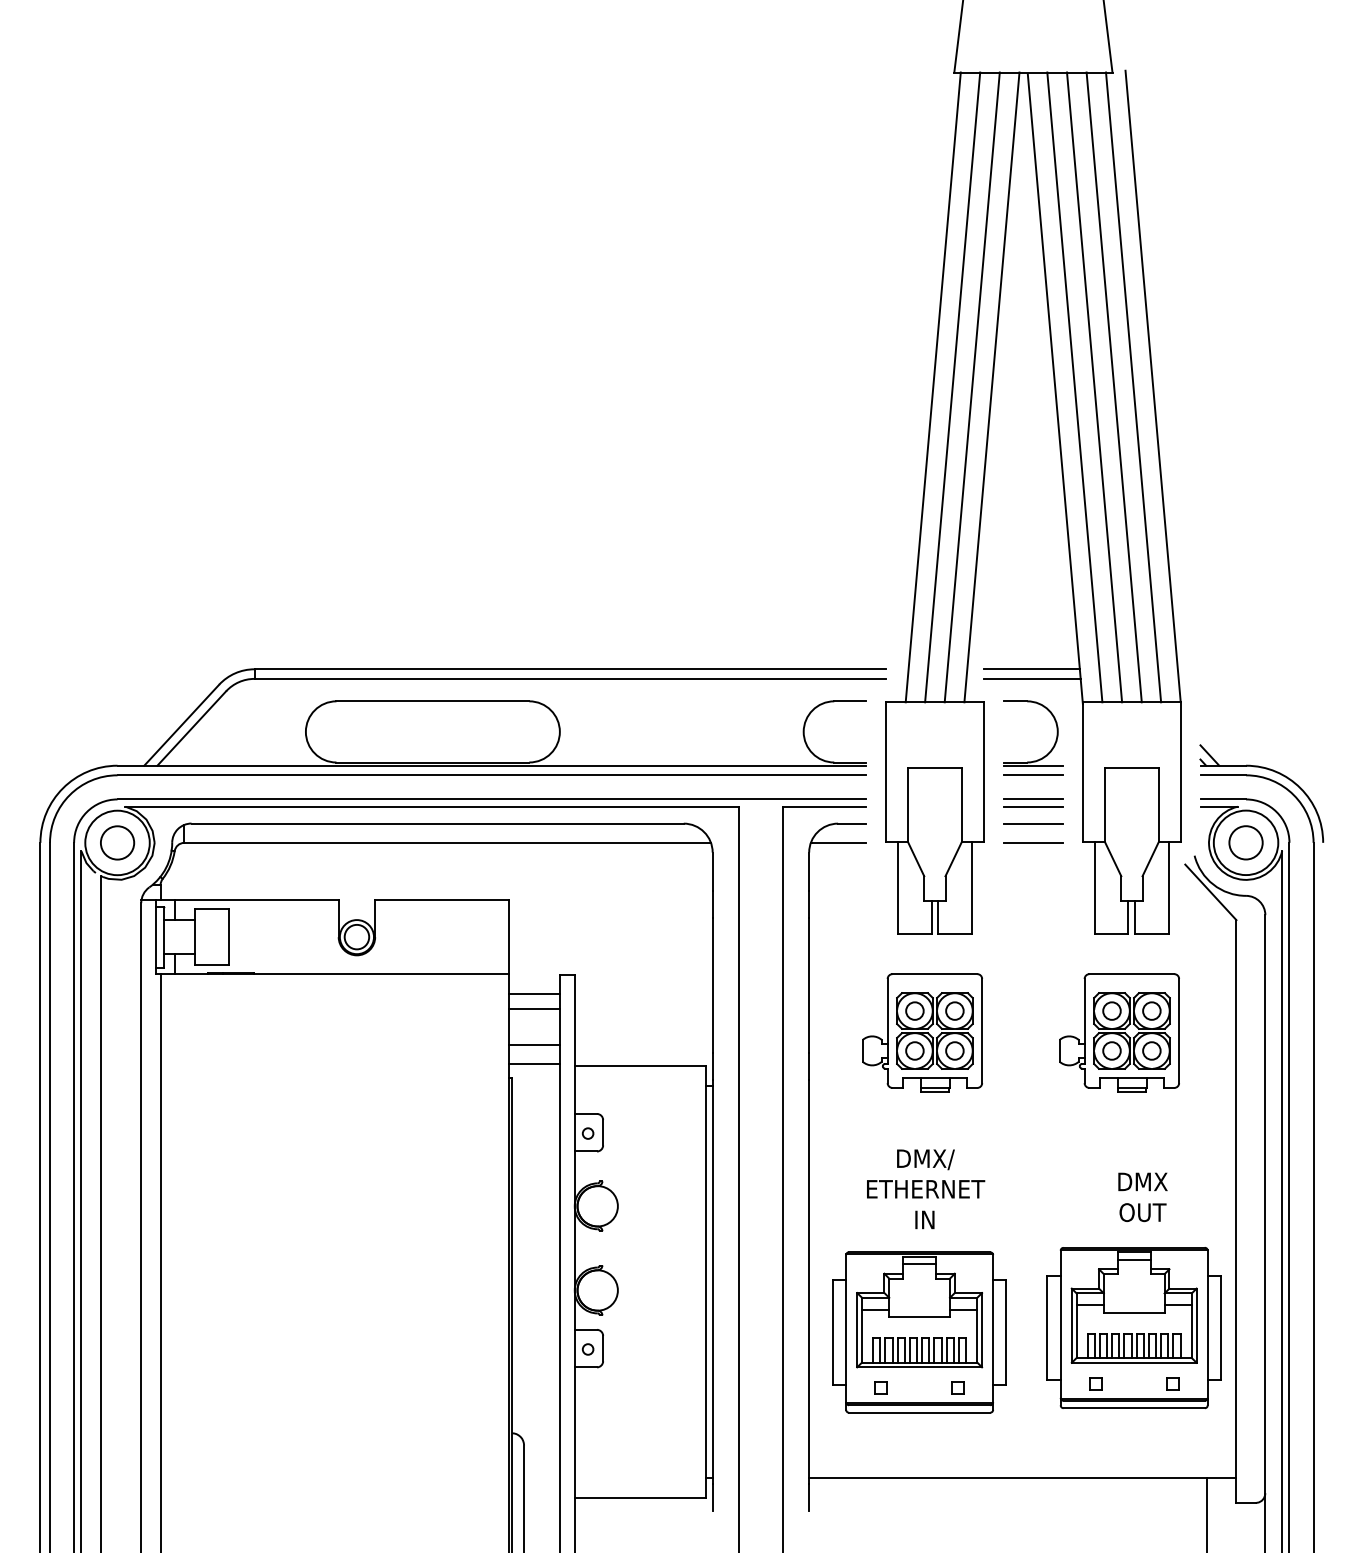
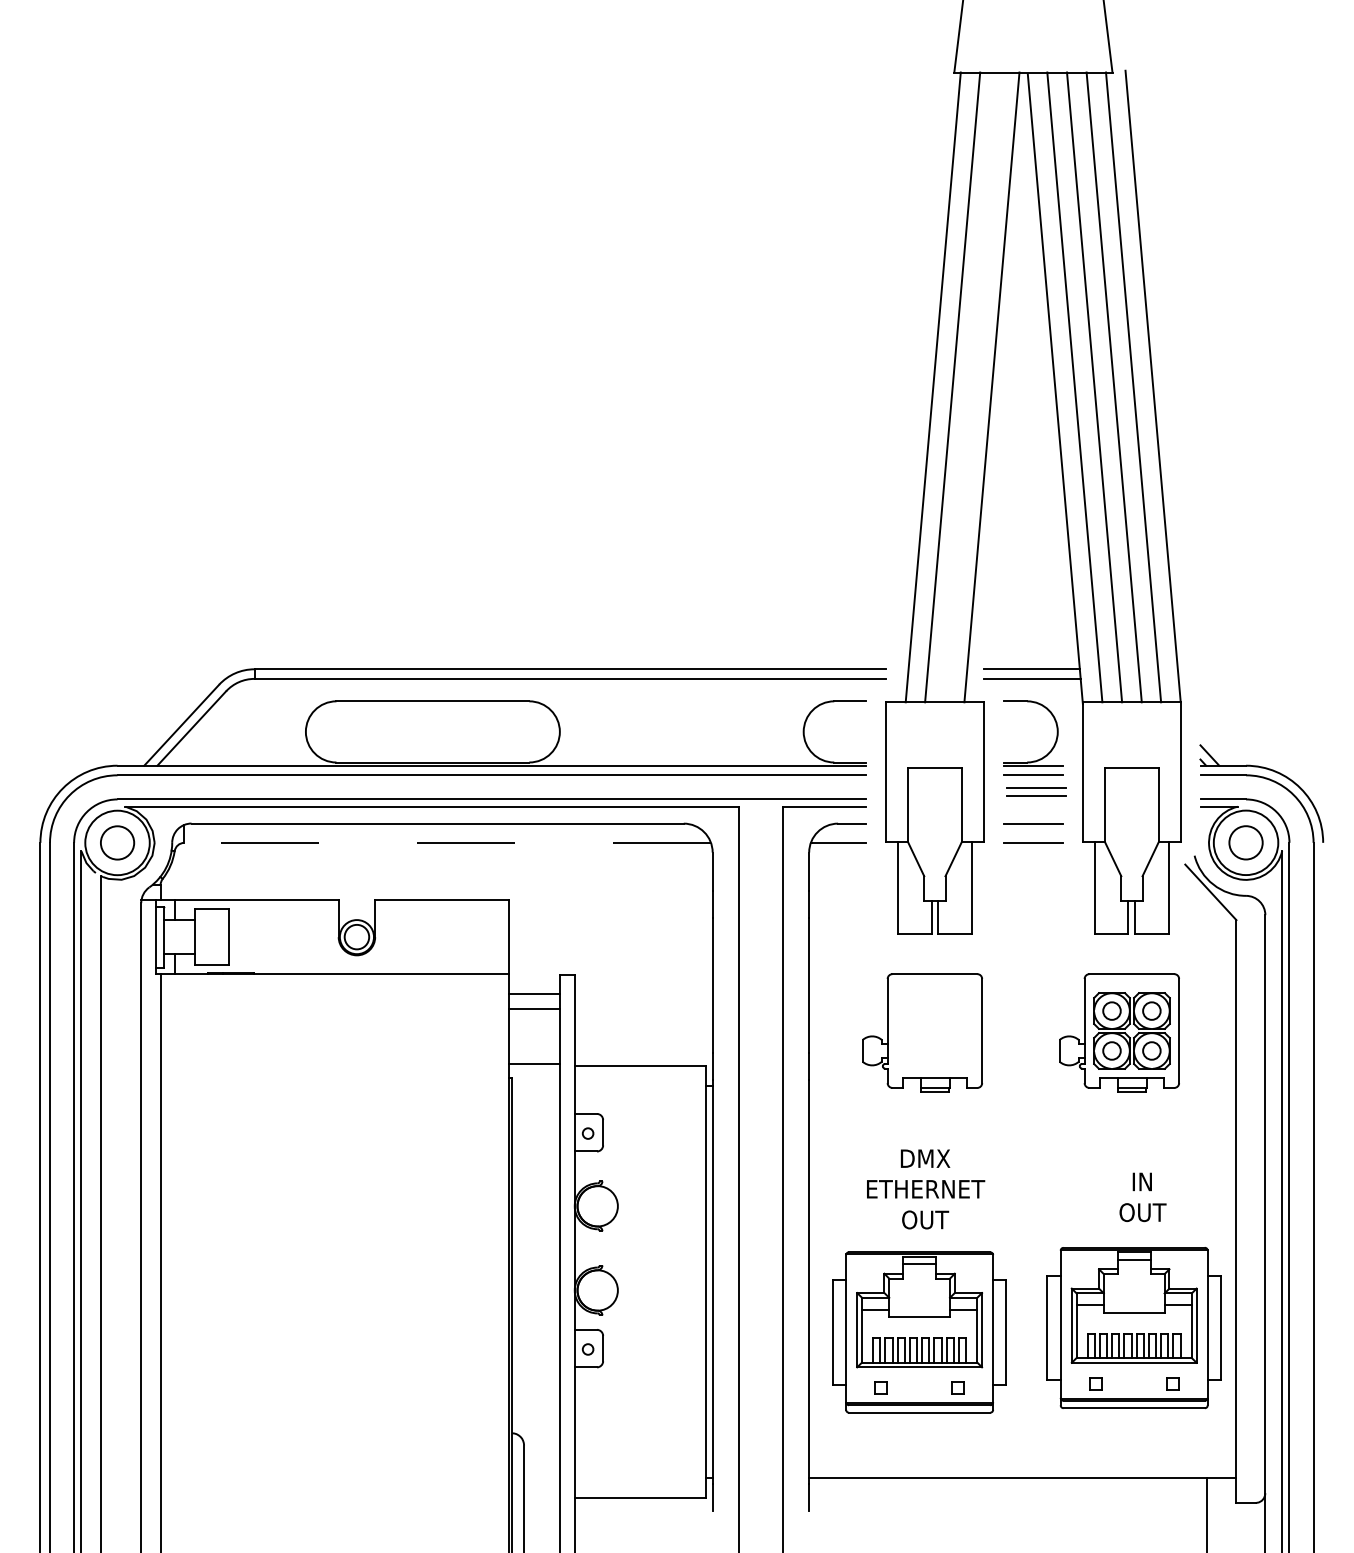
line at (971, 387): present -> none
part at (1033, 802) position: (1033, 802) -> (1036, 791)
line at (447, 842): solid -> dashed
part at (934, 1030): present -> none
line at (533, 1044): present -> none
text at (925, 1159): DMX/ -> DMX
text at (1142, 1181): DMX -> IN
text at (925, 1219): IN -> OUT
